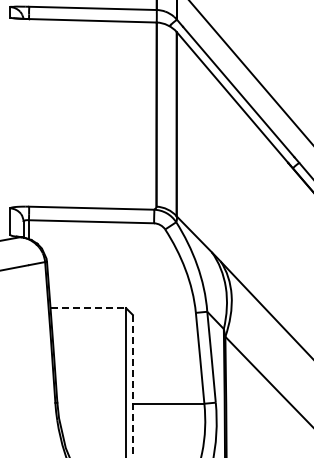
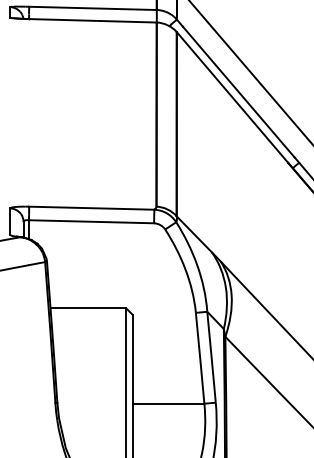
line at (88, 308): dashed -> solid
line at (132, 386): dashed -> solid
